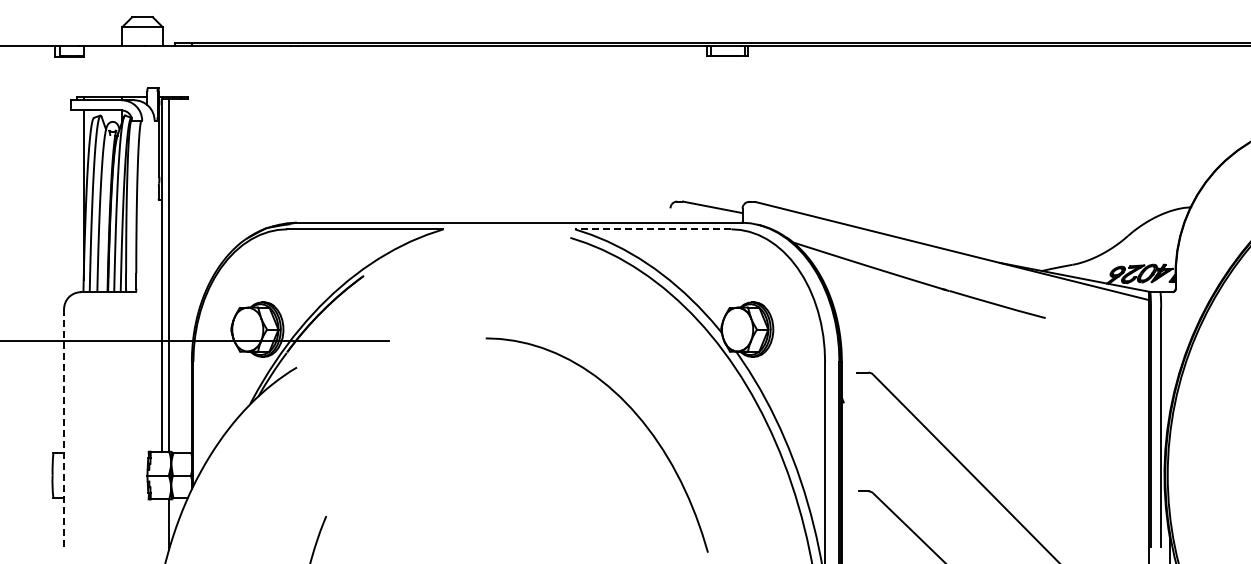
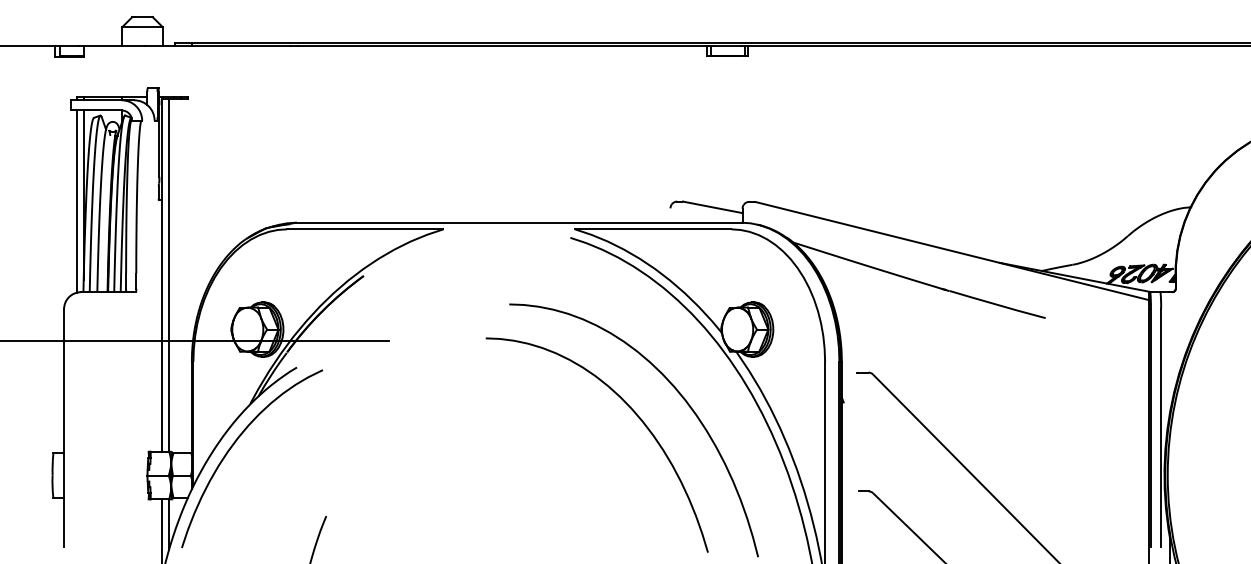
line at (76, 201): none -> present
line at (652, 229): dashed -> solid
curve at (676, 391): none -> present
line at (64, 428): dashed -> solid
curve at (235, 443): none -> present
line at (161, 529): none -> present
